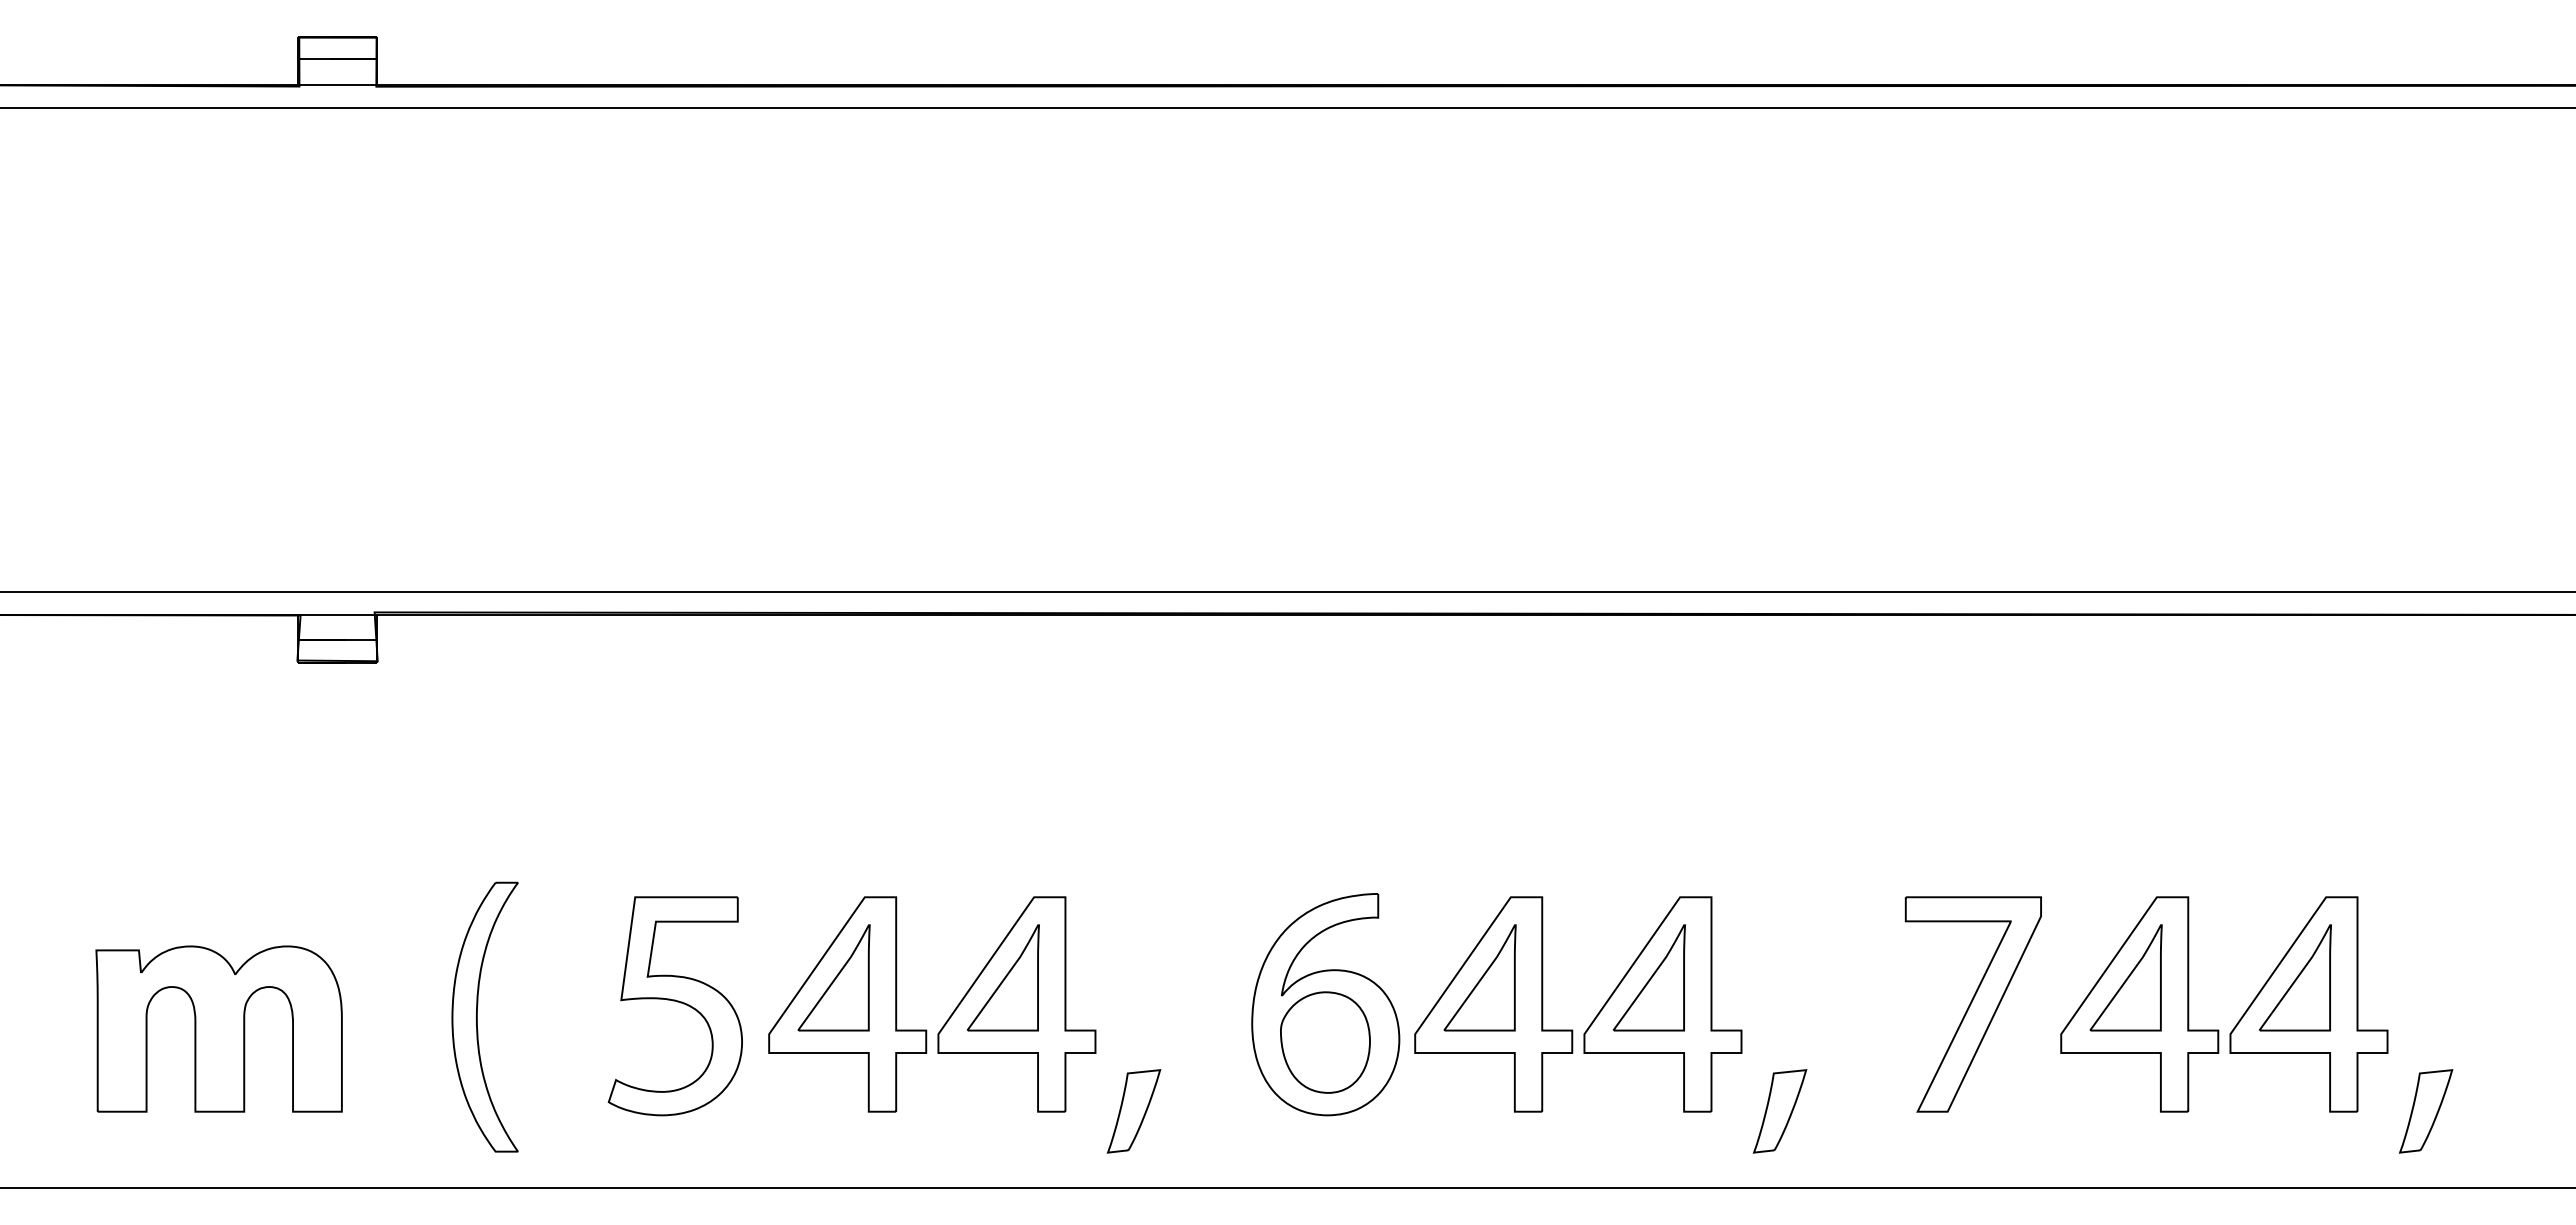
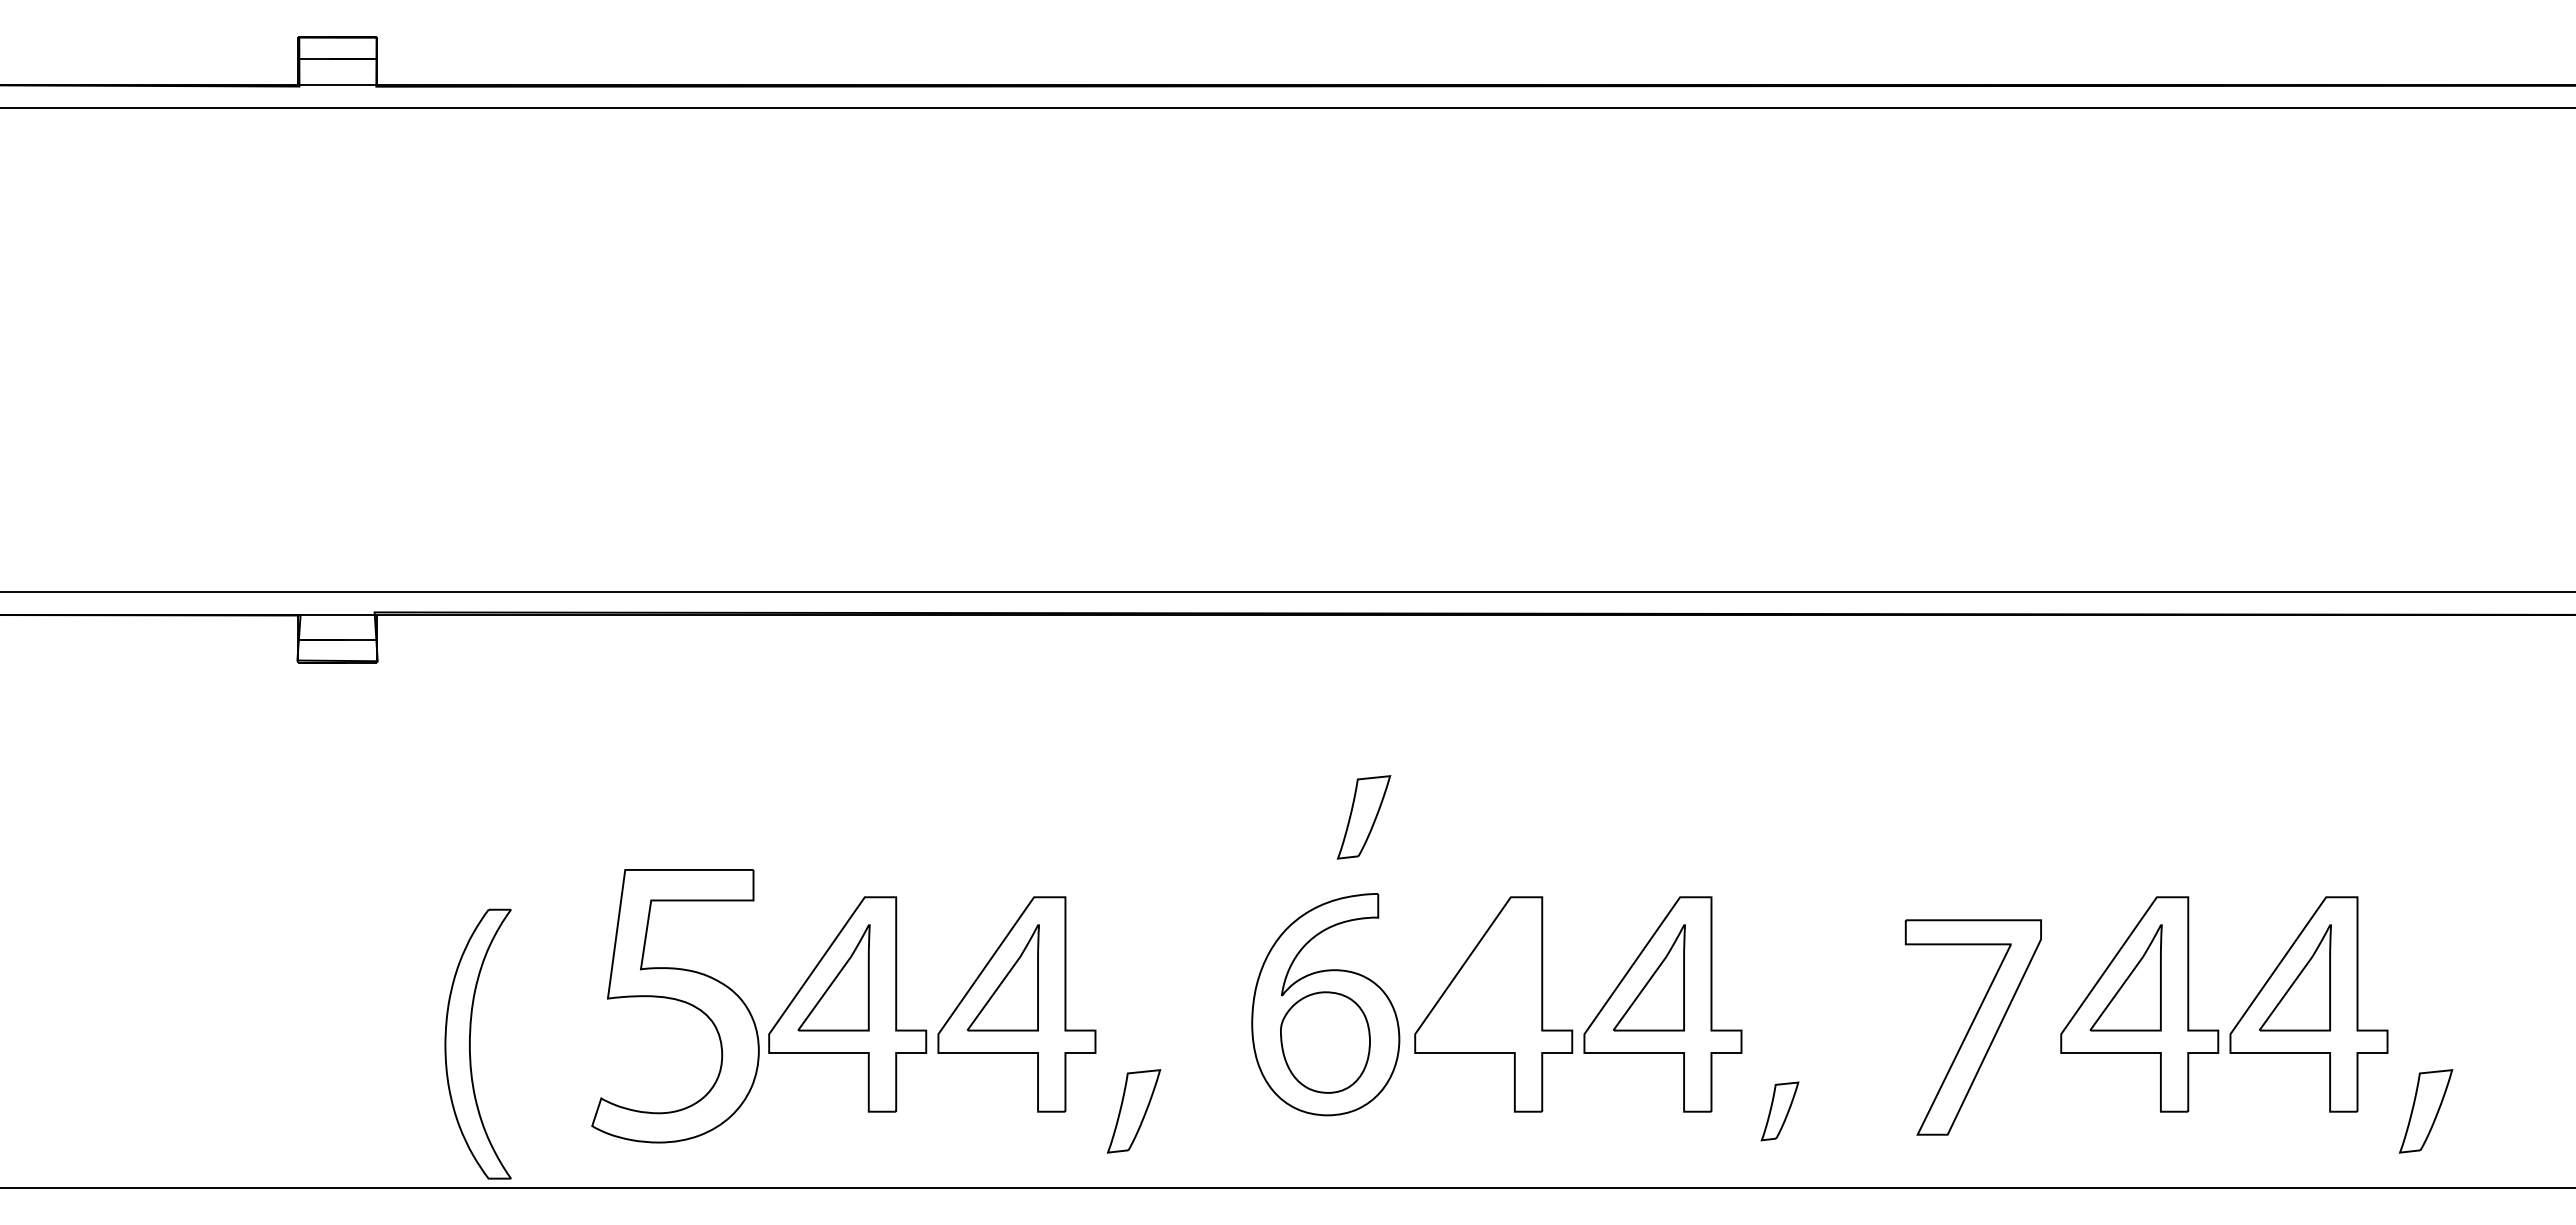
part at (1363, 817): none -> present
part at (1479, 977): present -> none
part at (1972, 1004) position: (1972, 1004) -> (1972, 1027)
part at (674, 1006) size: 136x221 px -> 169x275 px
part at (477, 1016) position: (477, 1016) -> (470, 1043)
part at (218, 1028): present -> none
part at (1779, 1111) size: 56x85 px -> 40x61 px
